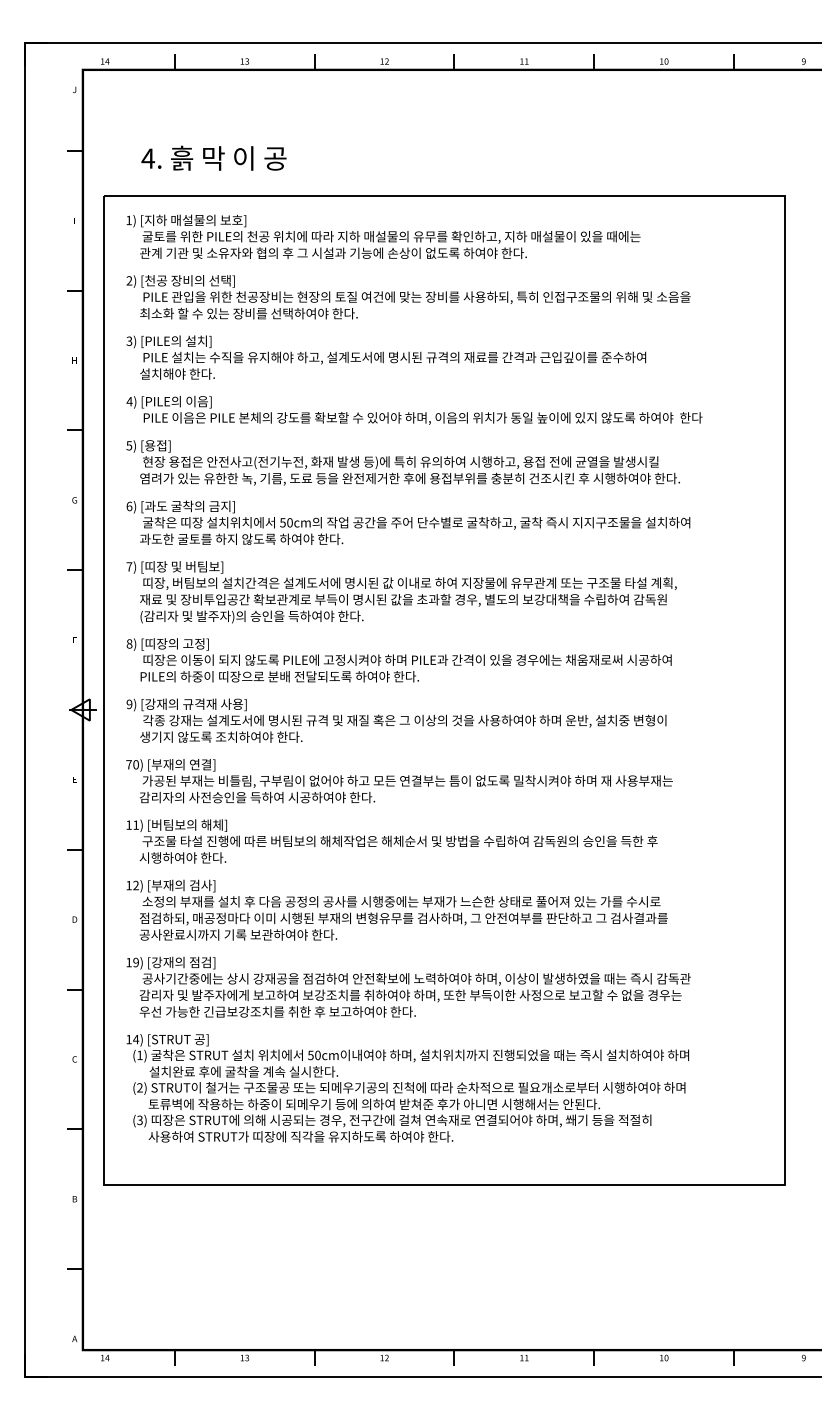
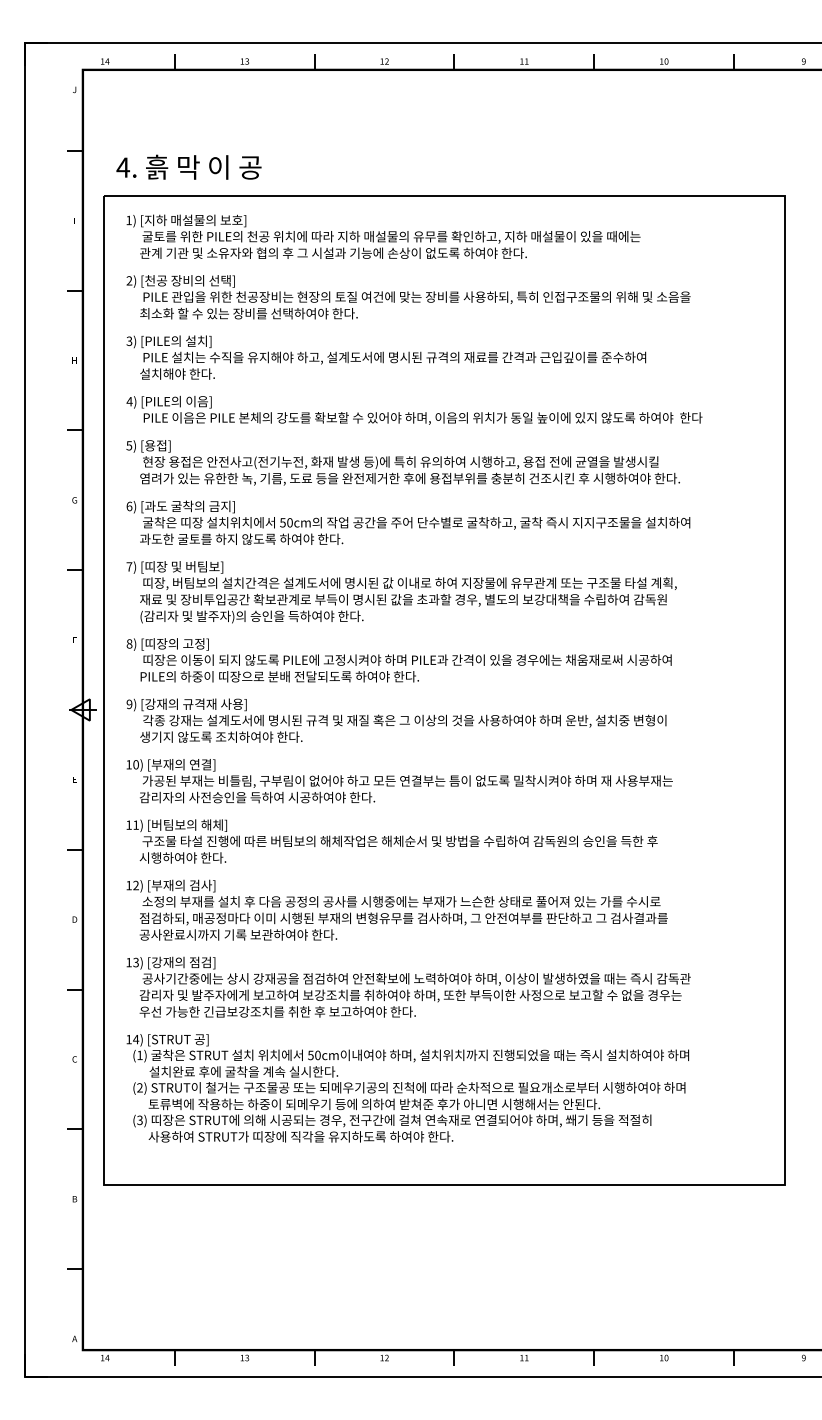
text at (213, 157) position: (213, 157) -> (188, 166)
text at (128, 764): 70) -> 10)
text at (135, 962): 19) -> 13)
